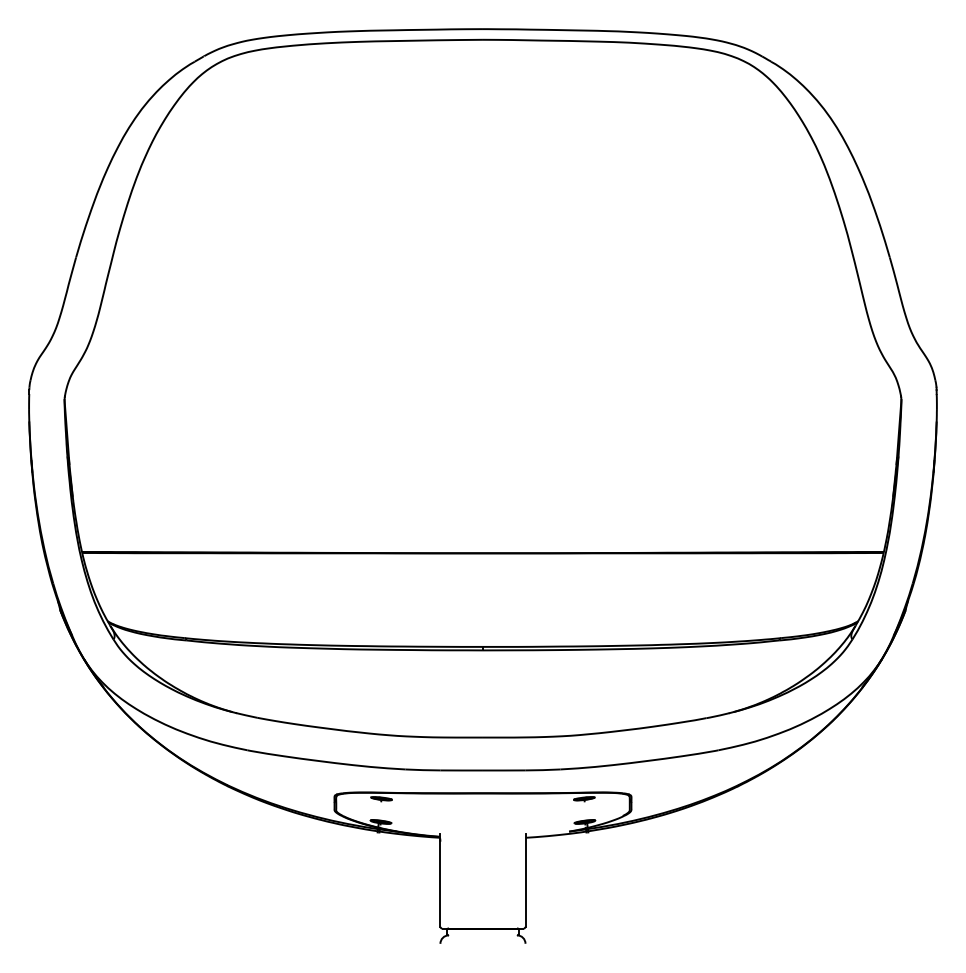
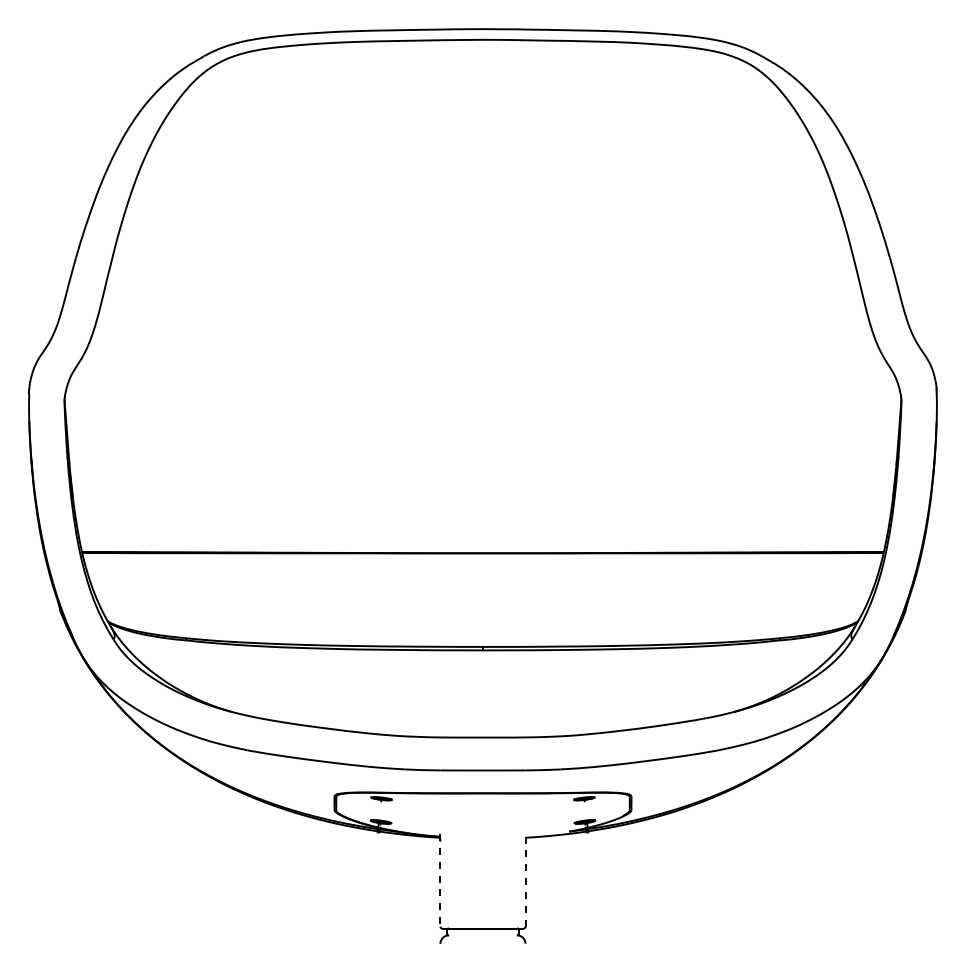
line at (440, 880): solid -> dashed
line at (525, 880): solid -> dashed
